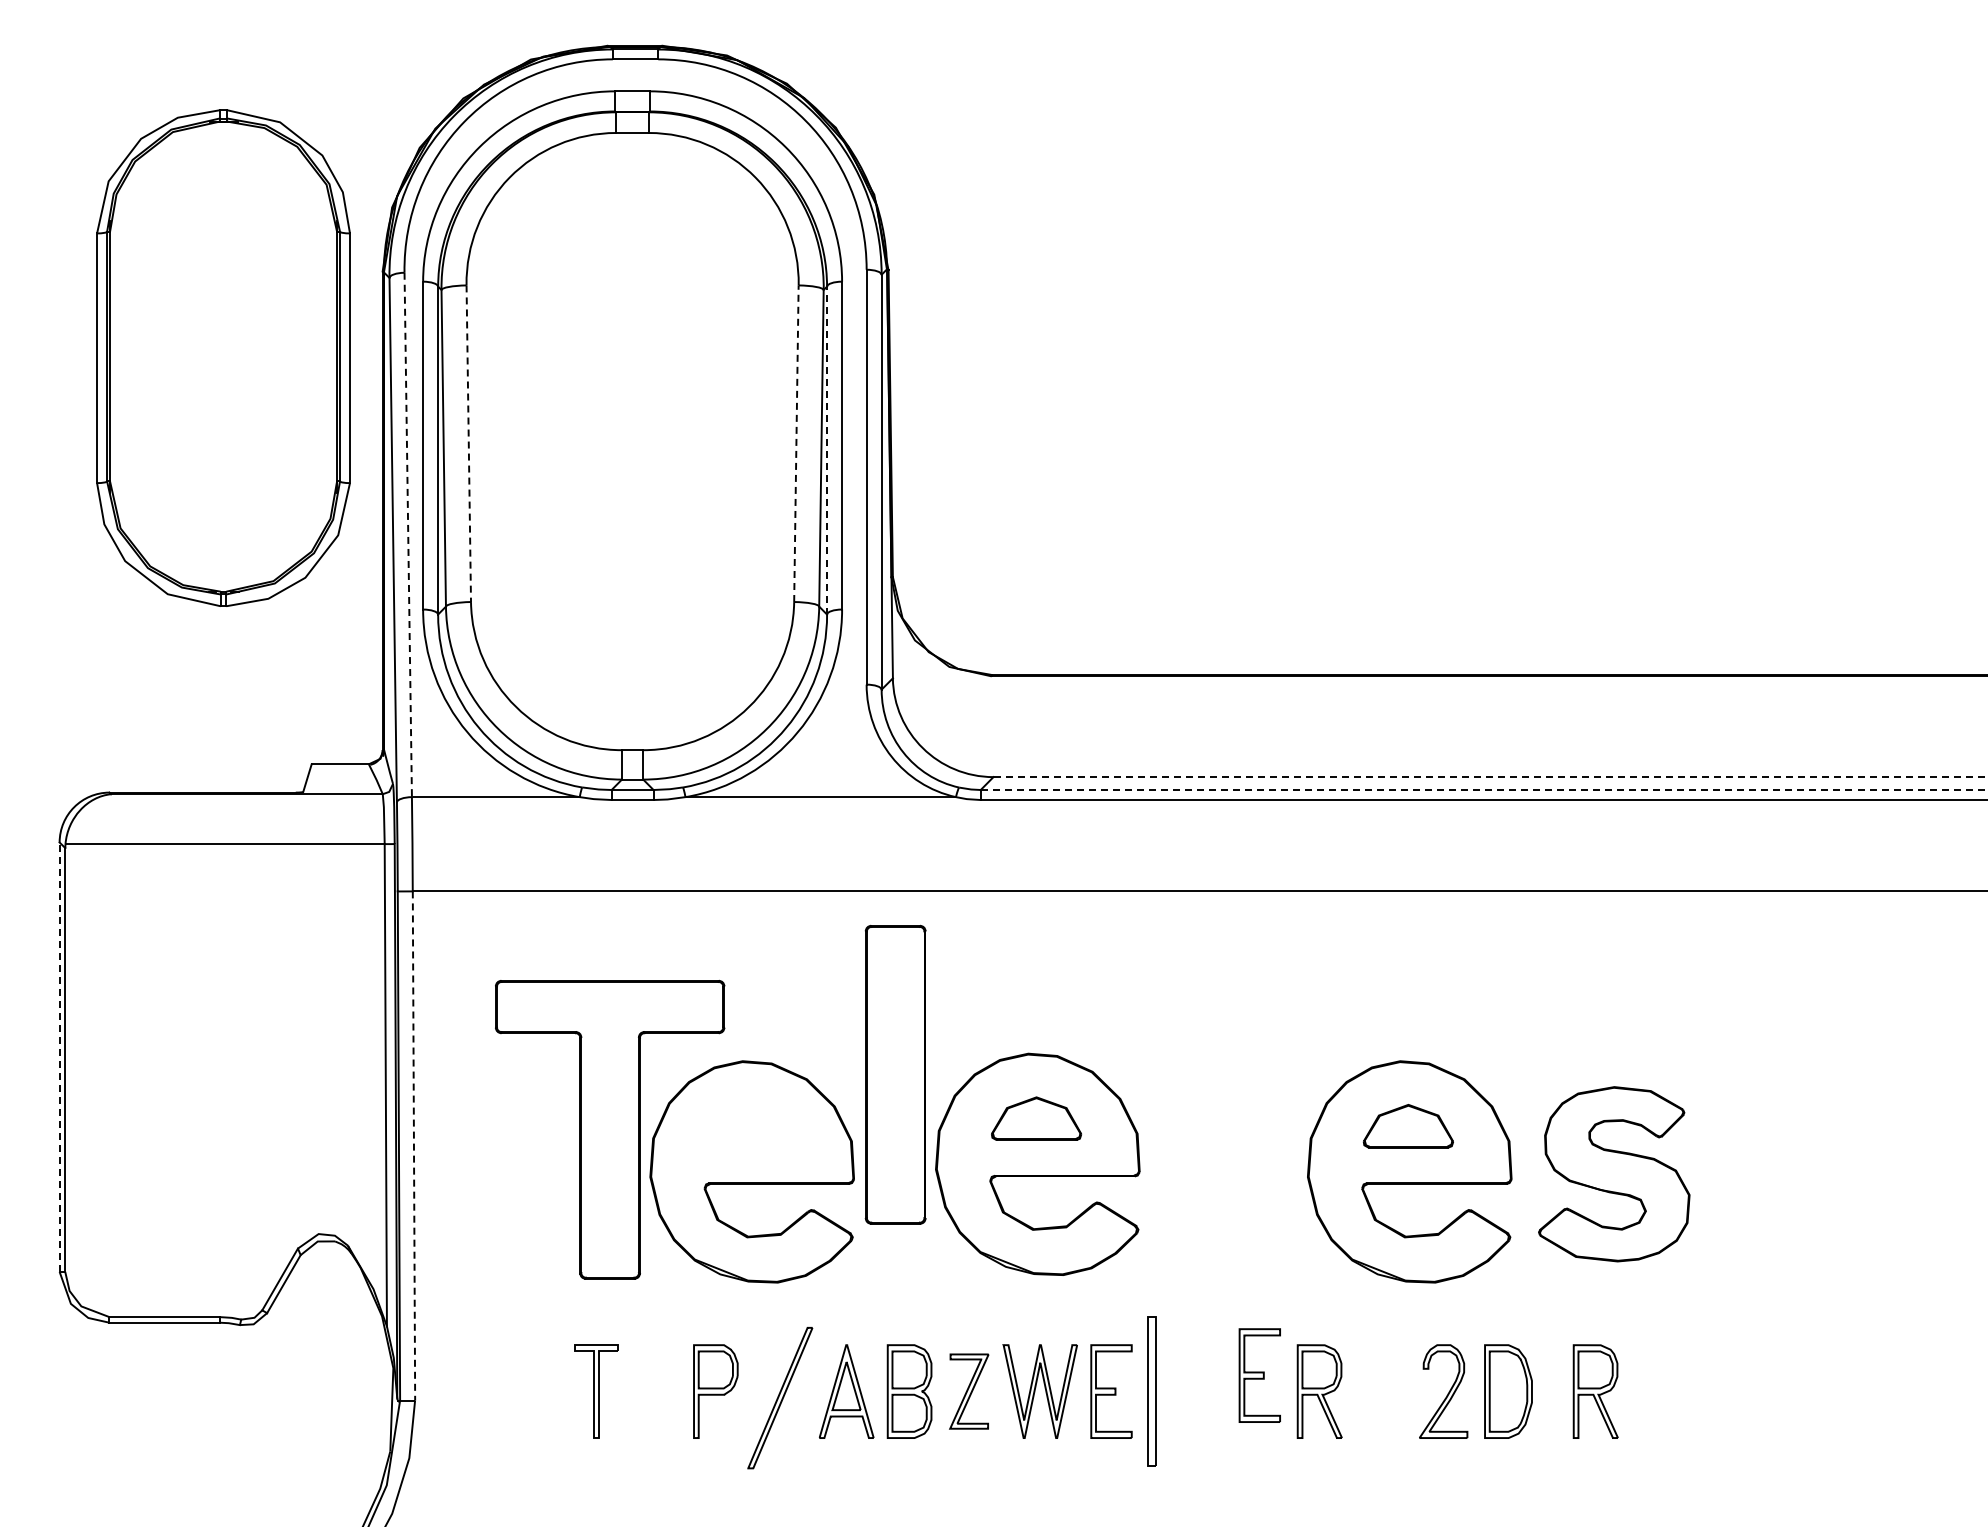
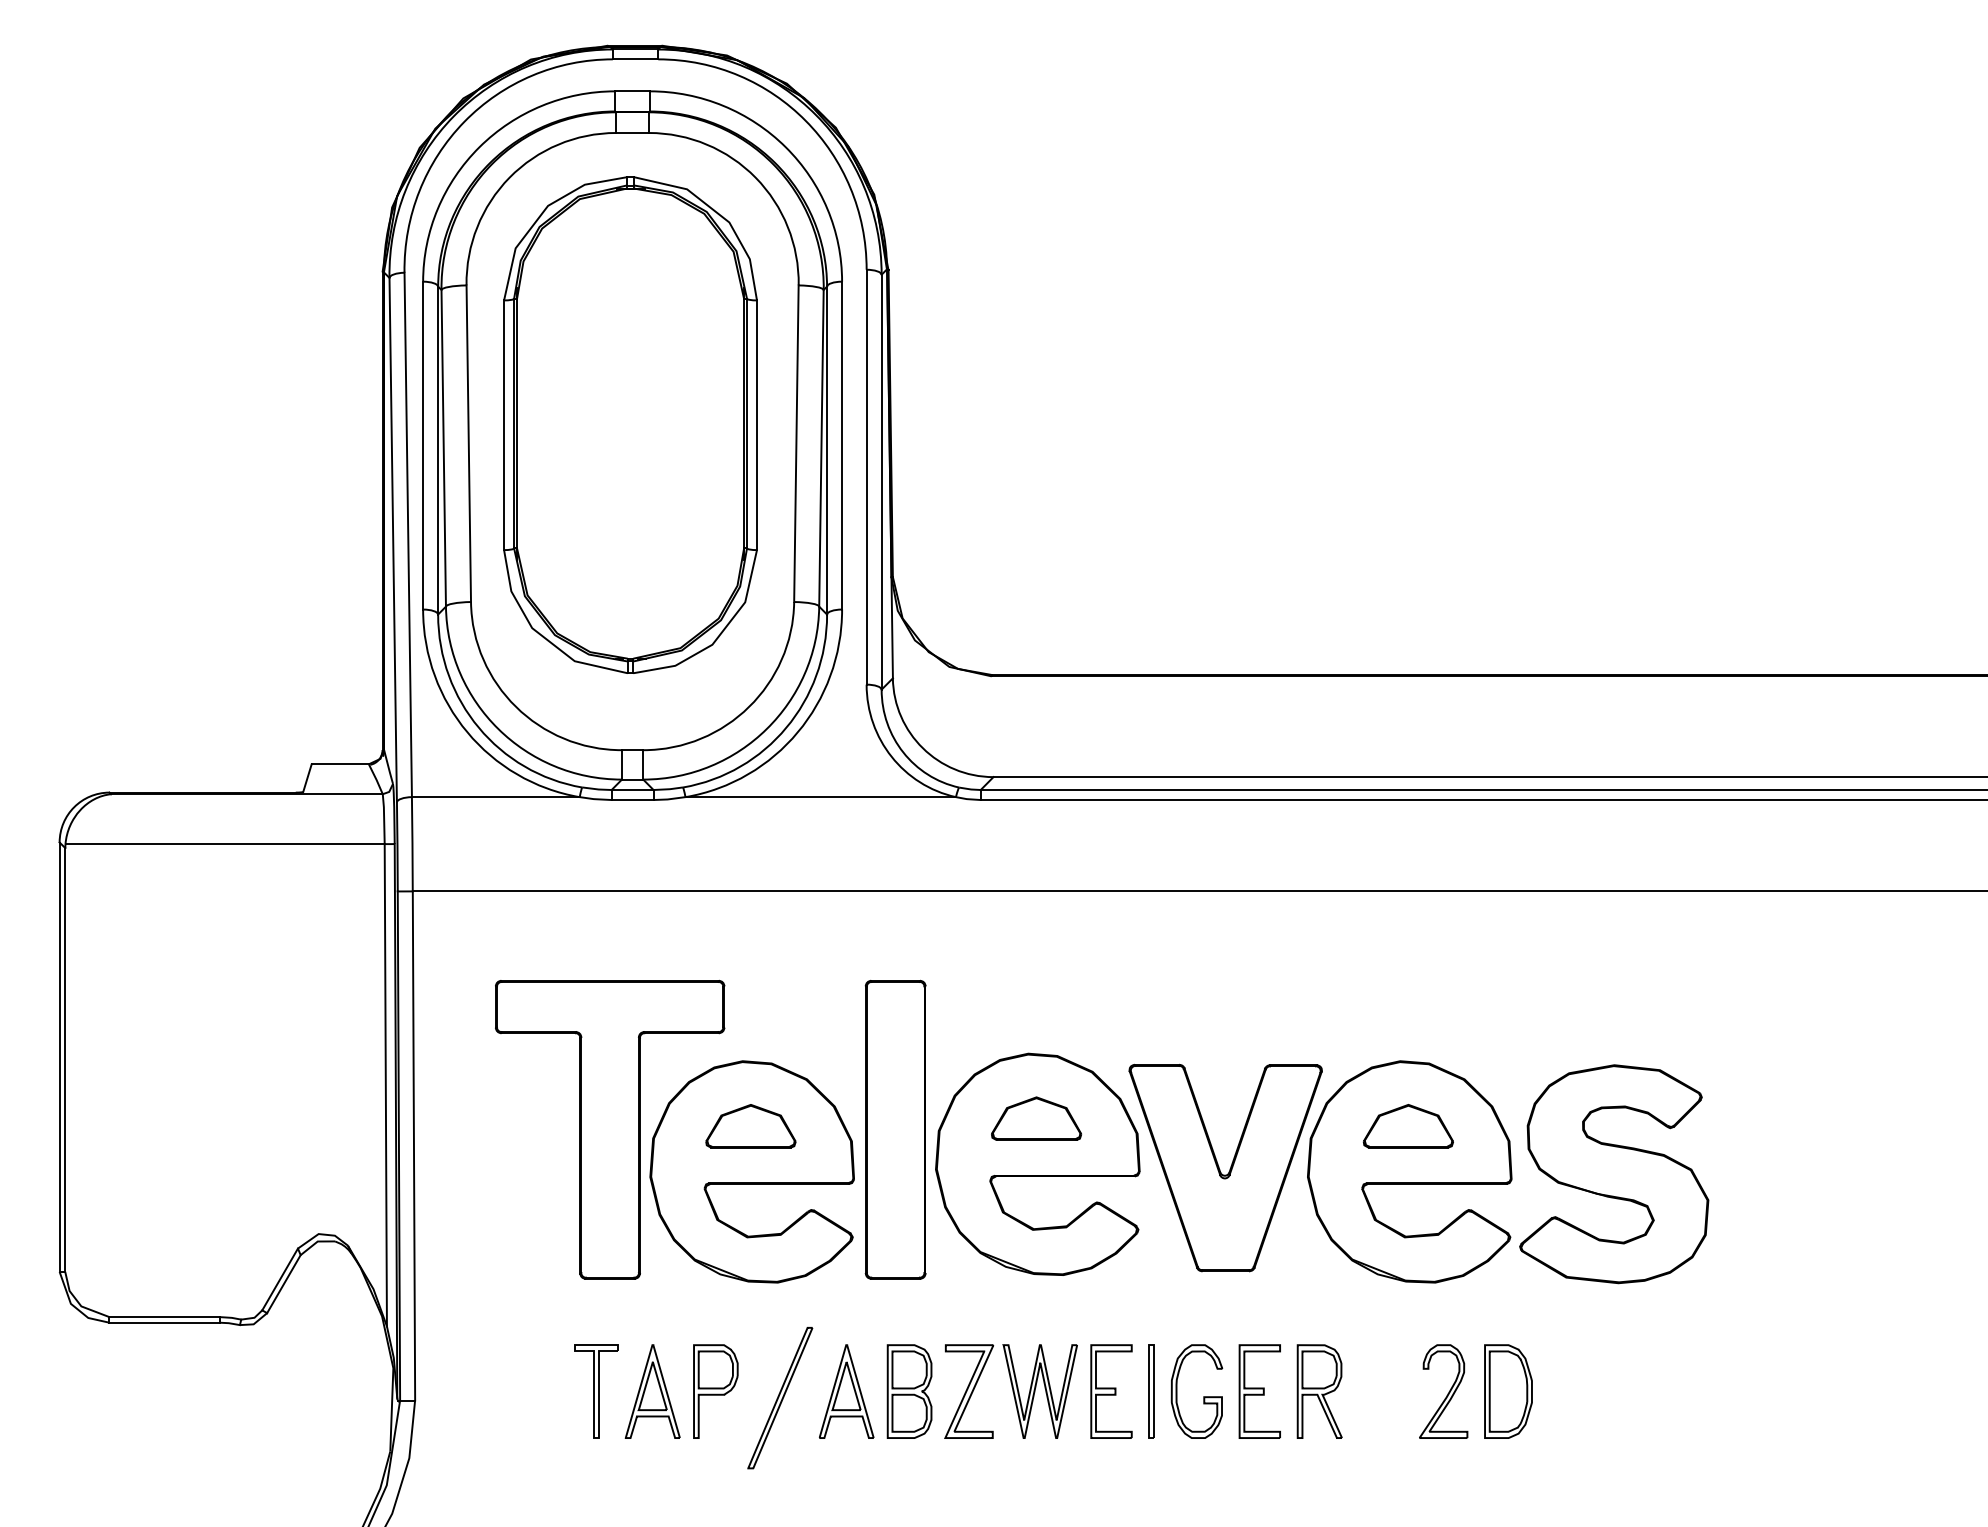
part at (223, 357) position: (223, 357) -> (630, 424)
line at (796, 443): dashed -> solid
line at (468, 444): dashed -> solid
line at (827, 450): dashed -> solid
line at (408, 535): dashed -> solid
line at (1490, 777): dashed -> solid
line at (1484, 790): dashed -> solid
line at (59, 1057): dashed -> solid
part at (895, 1074) position: (895, 1074) -> (895, 1129)
part at (750, 1126): none -> present
line at (413, 1145): dashed -> solid
part at (1225, 1168): none -> present
part at (1614, 1174) size: 153x177 px -> 191x221 px
part at (1259, 1375) position: (1259, 1375) -> (1259, 1391)
part at (652, 1391): none -> present
part at (969, 1391) size: 41x77 px -> 51x95 px
part at (1151, 1391) size: 10x151 px -> 7x95 px
part at (1595, 1391): present -> none
part at (1203, 1396): none -> present
